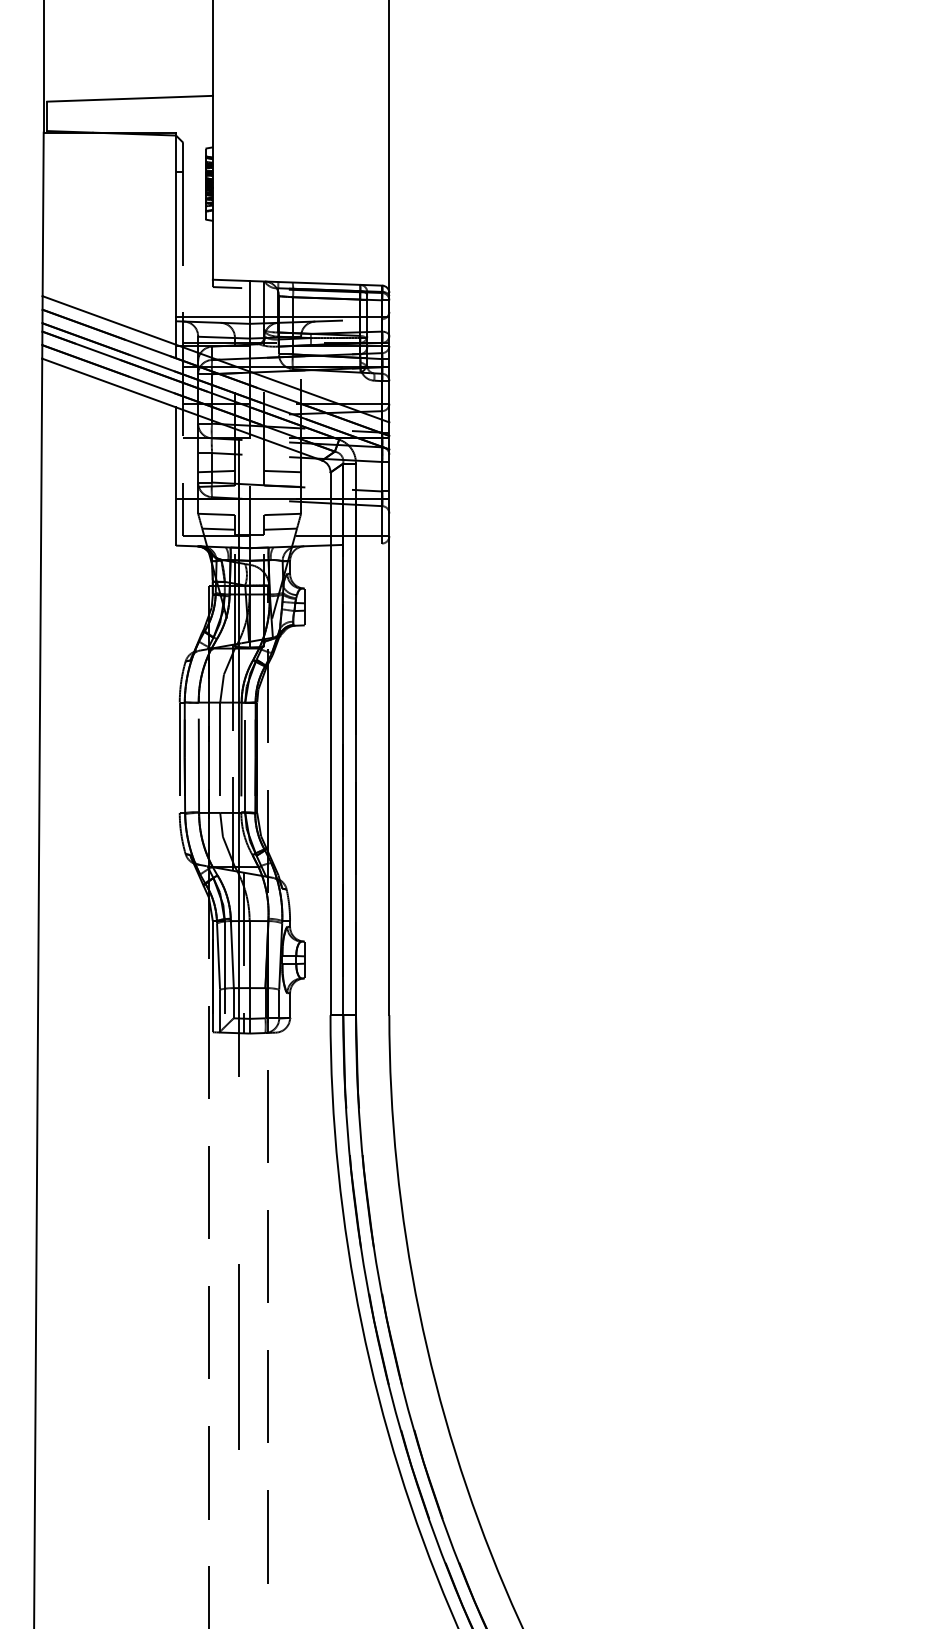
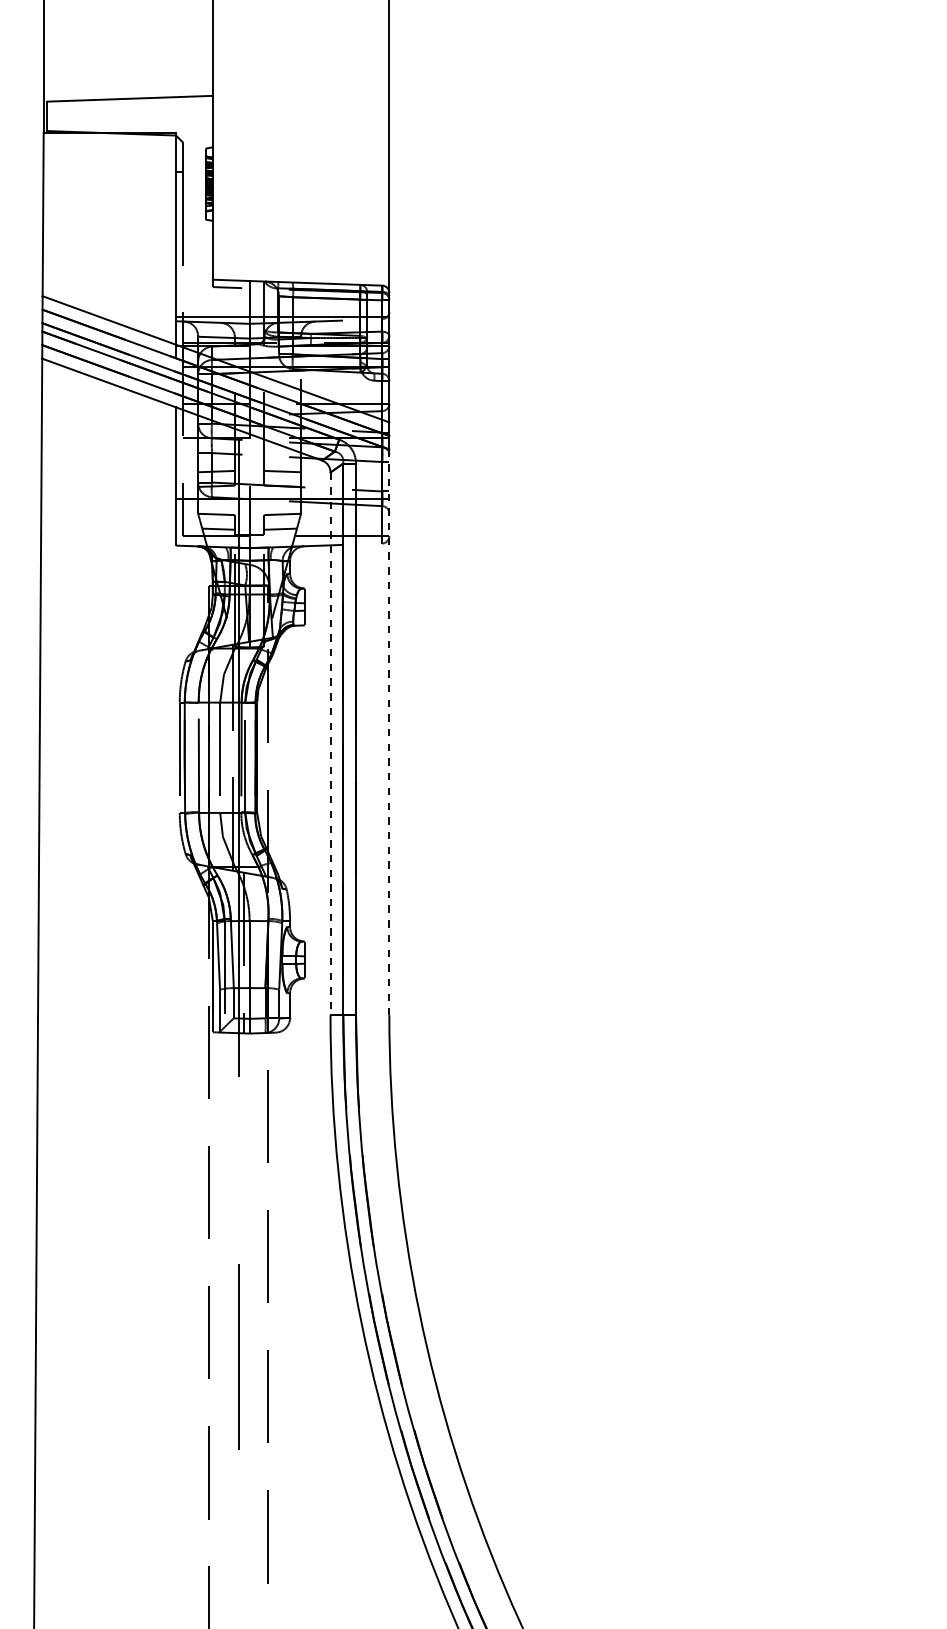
line at (389, 732): solid -> dashed
line at (330, 744): solid -> dashed
